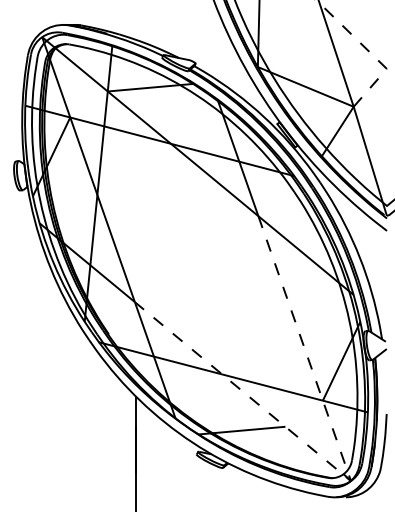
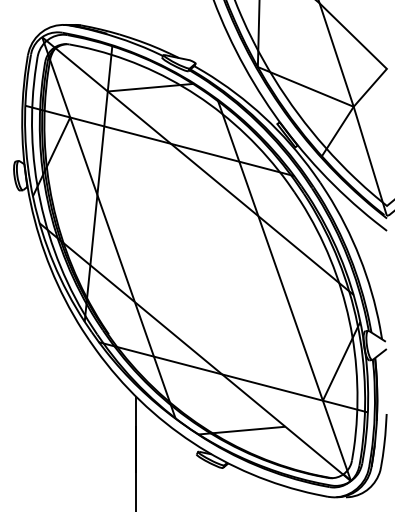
line at (369, 51): dashed -> solid
line at (351, 481): dashed -> solid
